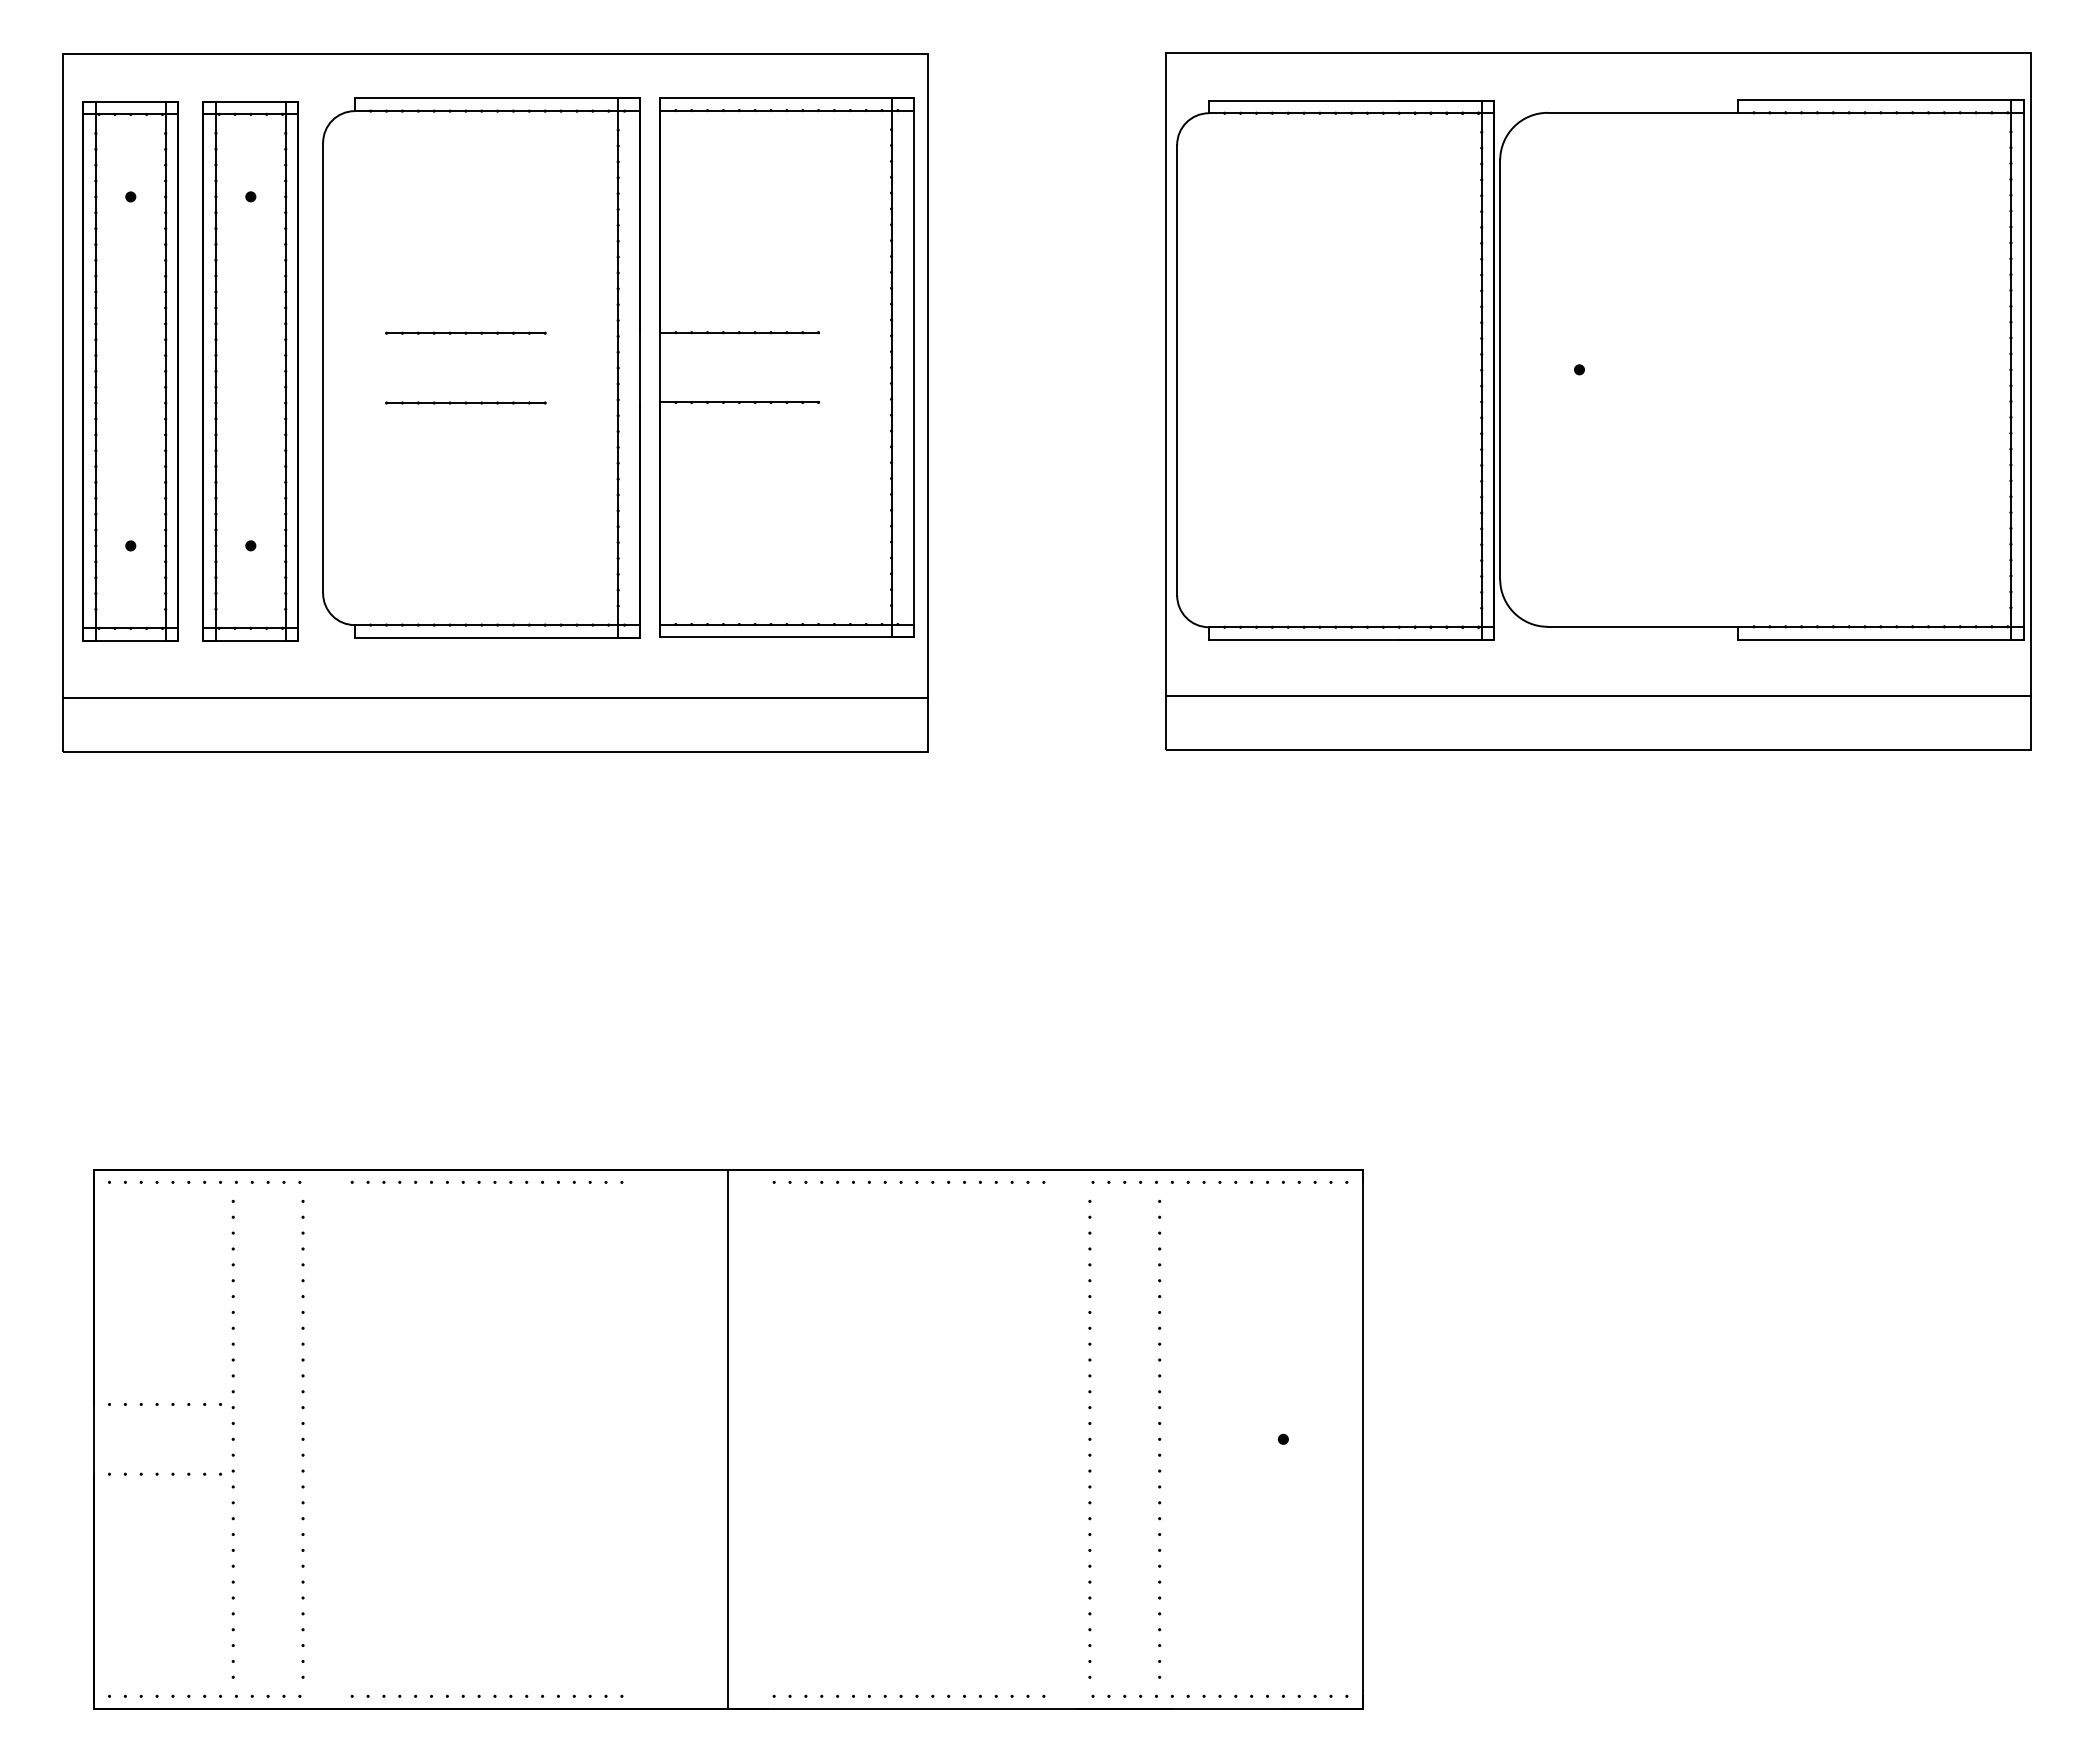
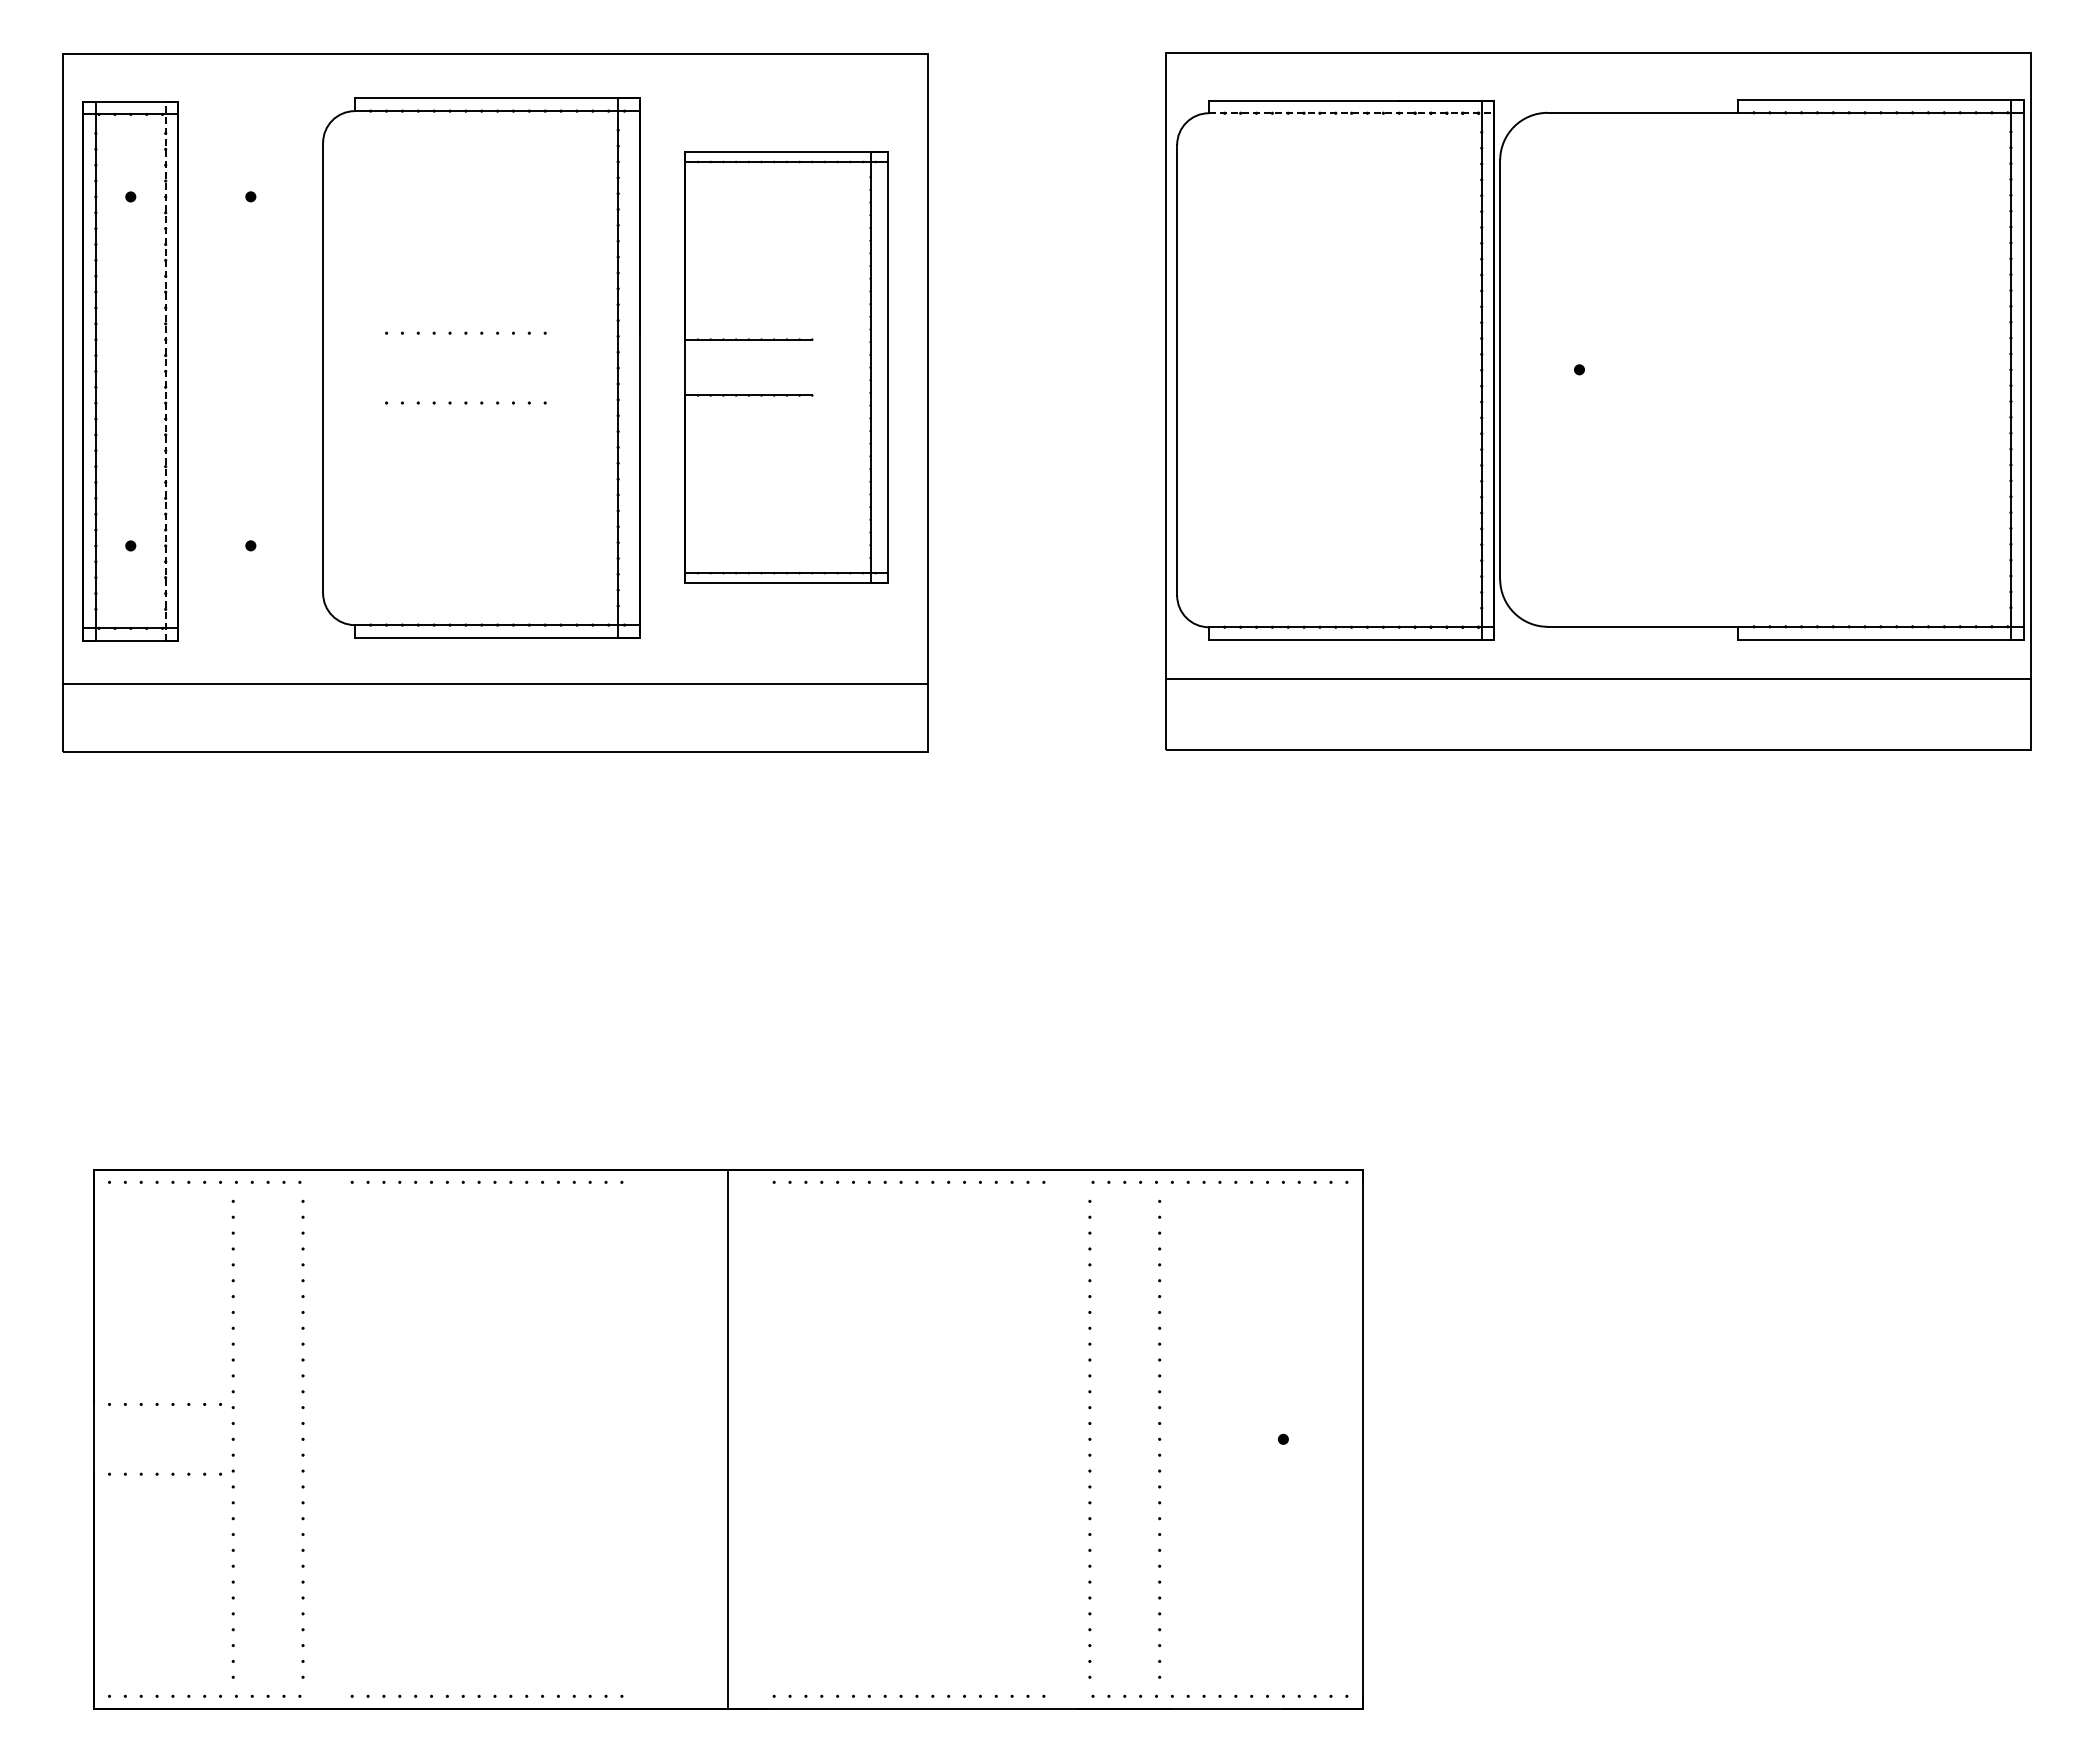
line at (1351, 113): solid -> dashed
line at (465, 333): present -> none
part at (786, 367) size: 256x541 px -> 205x433 px
line at (165, 371): solid -> dashed
part at (250, 371): present -> none
line at (465, 403): present -> none
line at (1598, 696) position: (1598, 696) -> (1598, 679)
line at (494, 697) position: (494, 697) -> (494, 683)
